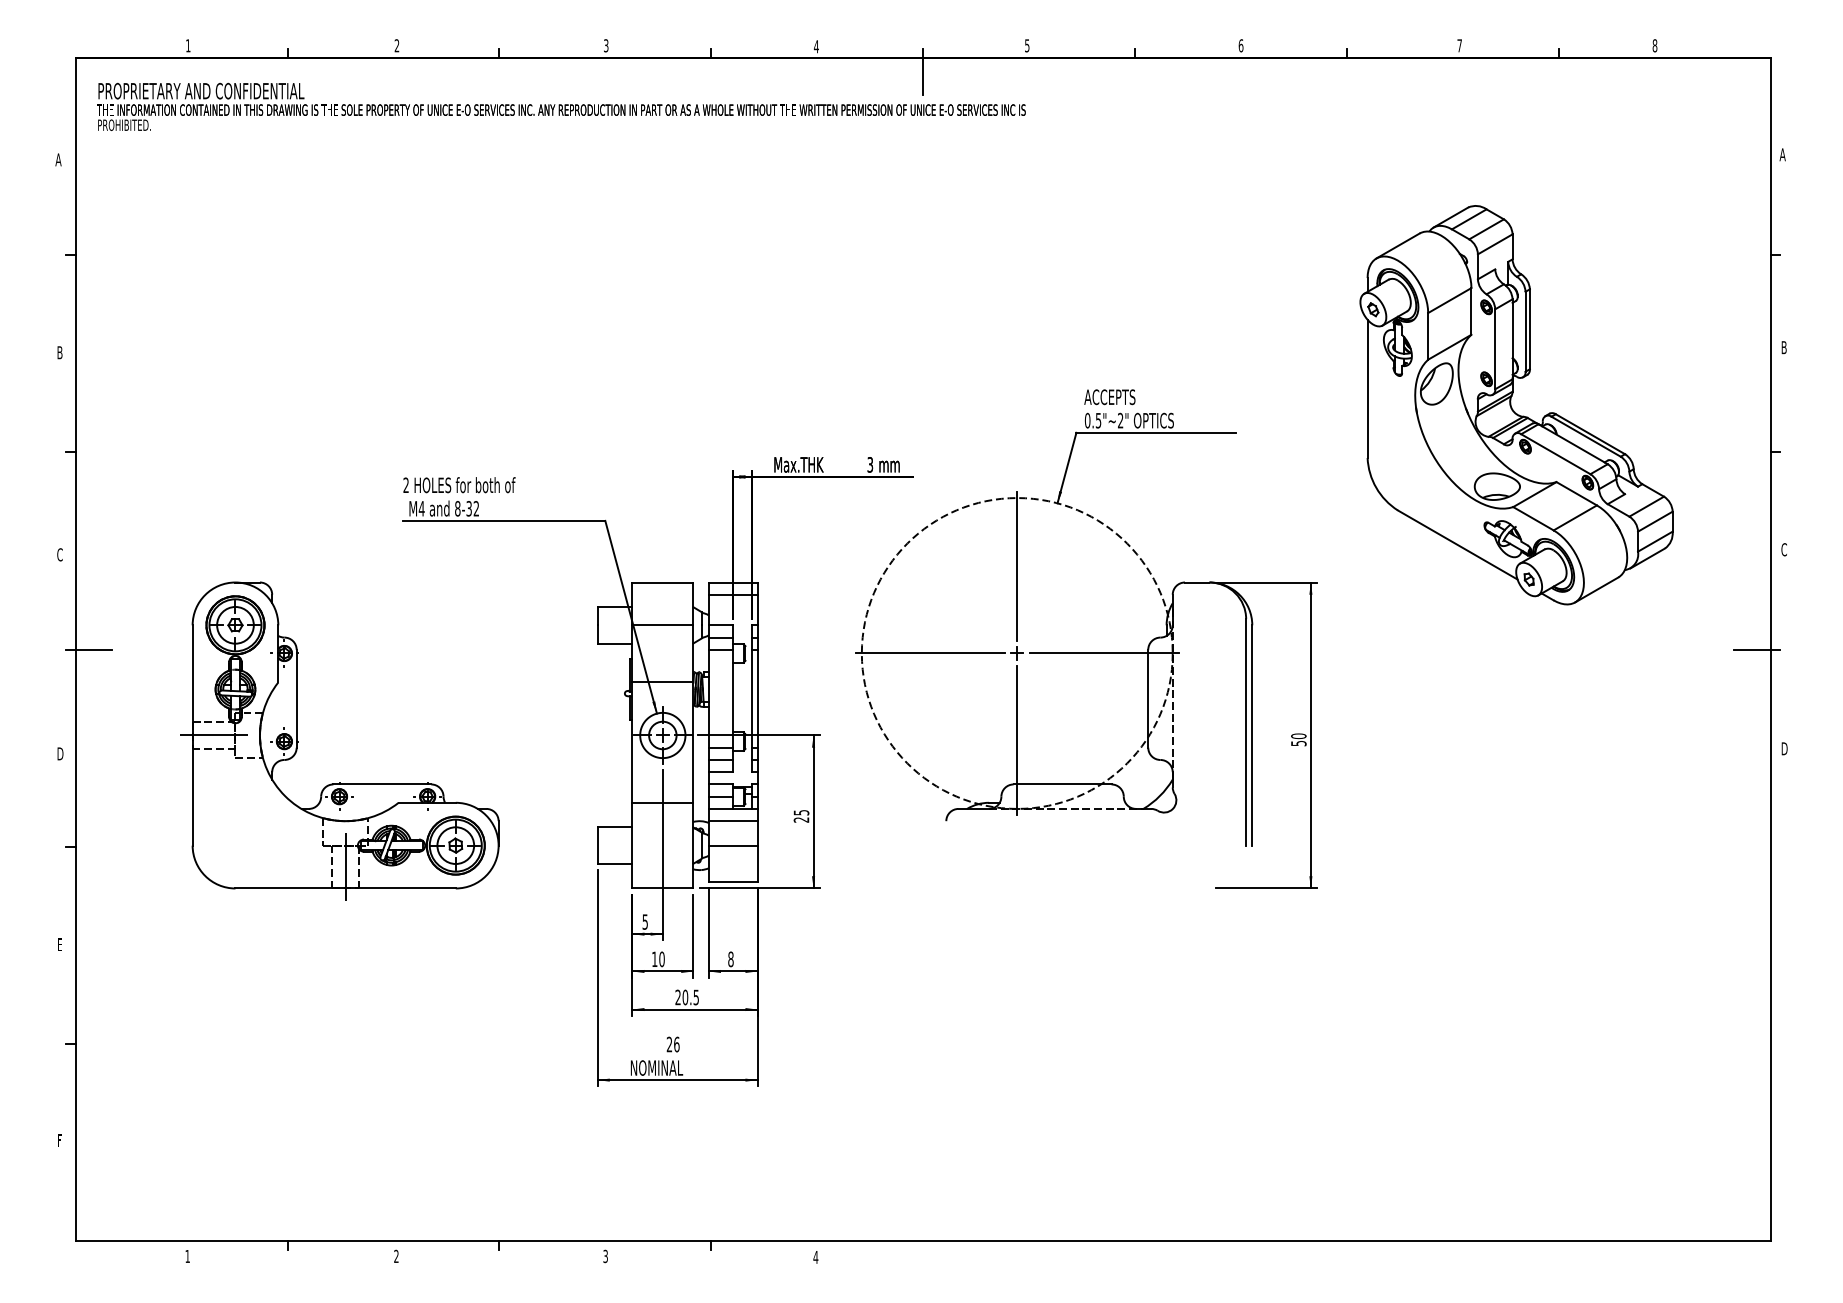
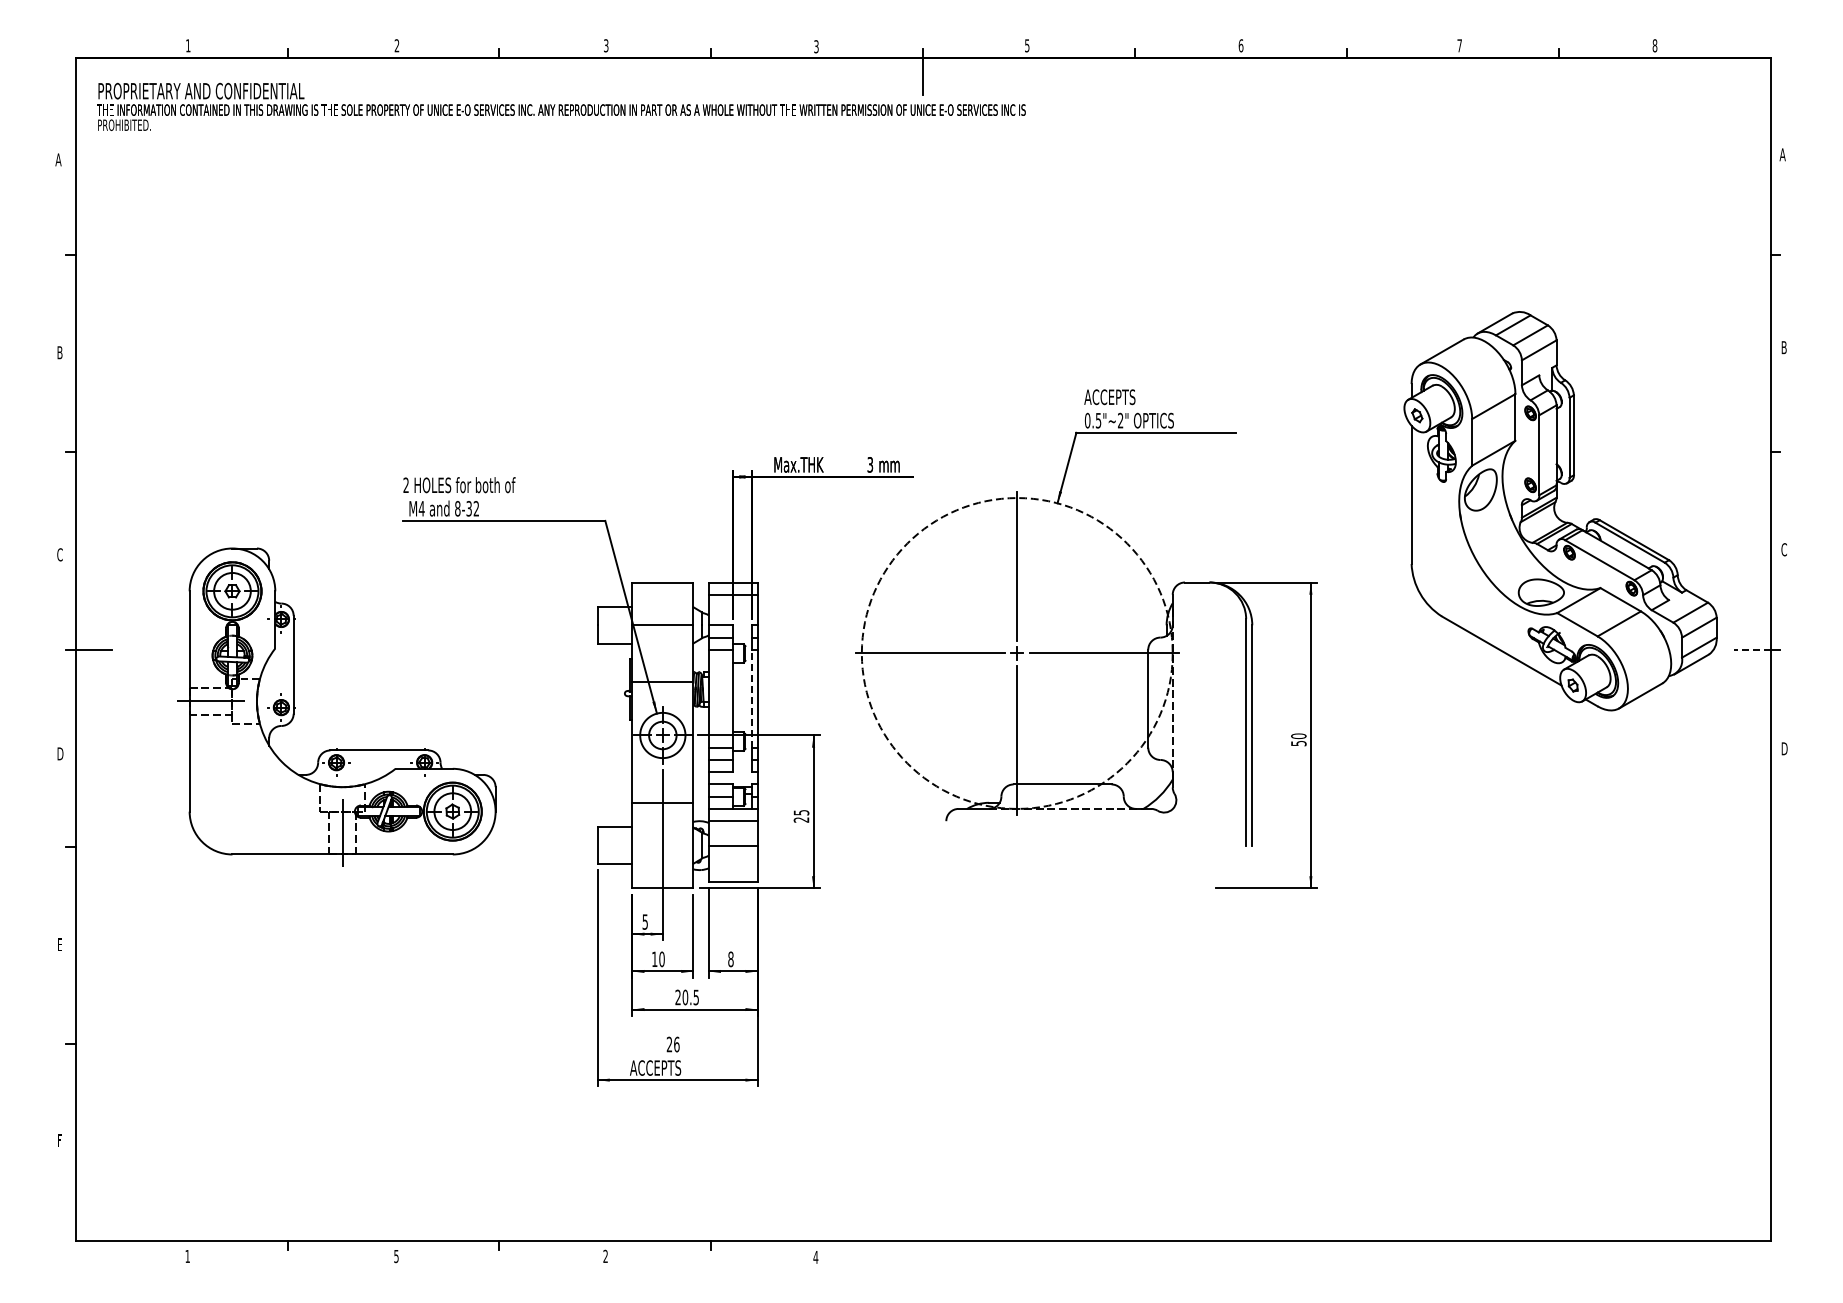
text at (815, 46): 4 -> 3
part at (1516, 405) position: (1516, 405) -> (1560, 511)
line at (1751, 649): solid -> dashed
line at (751, 698): solid -> dashed
part at (298, 741) position: (298, 741) -> (295, 707)
text at (656, 1067): NOMINAL -> ACCEPTS
text at (396, 1256): 2 -> 5
text at (605, 1257): 3 -> 2
